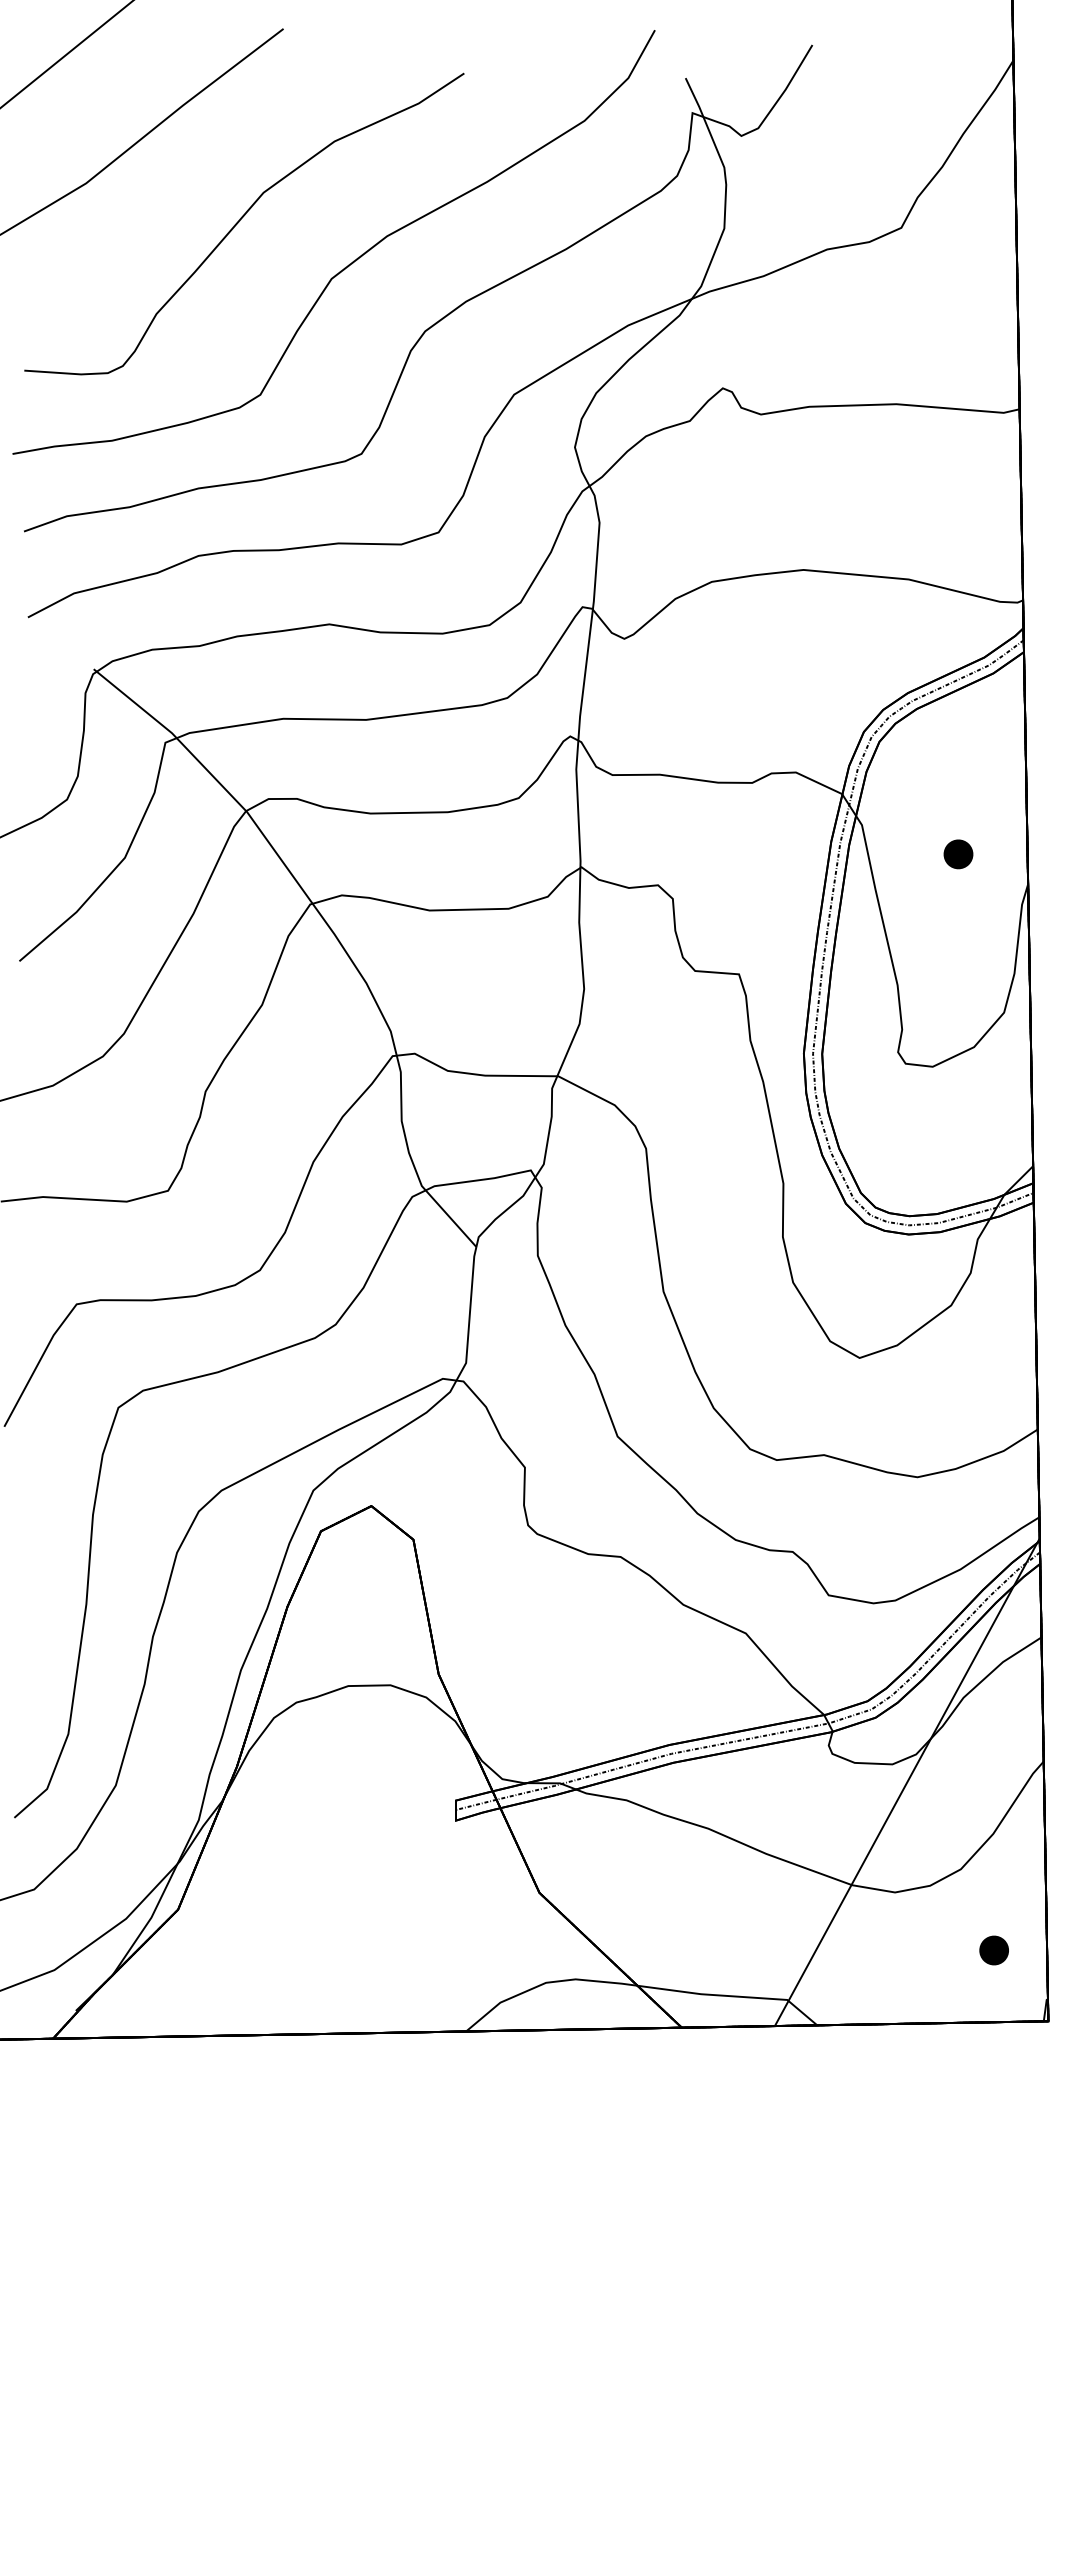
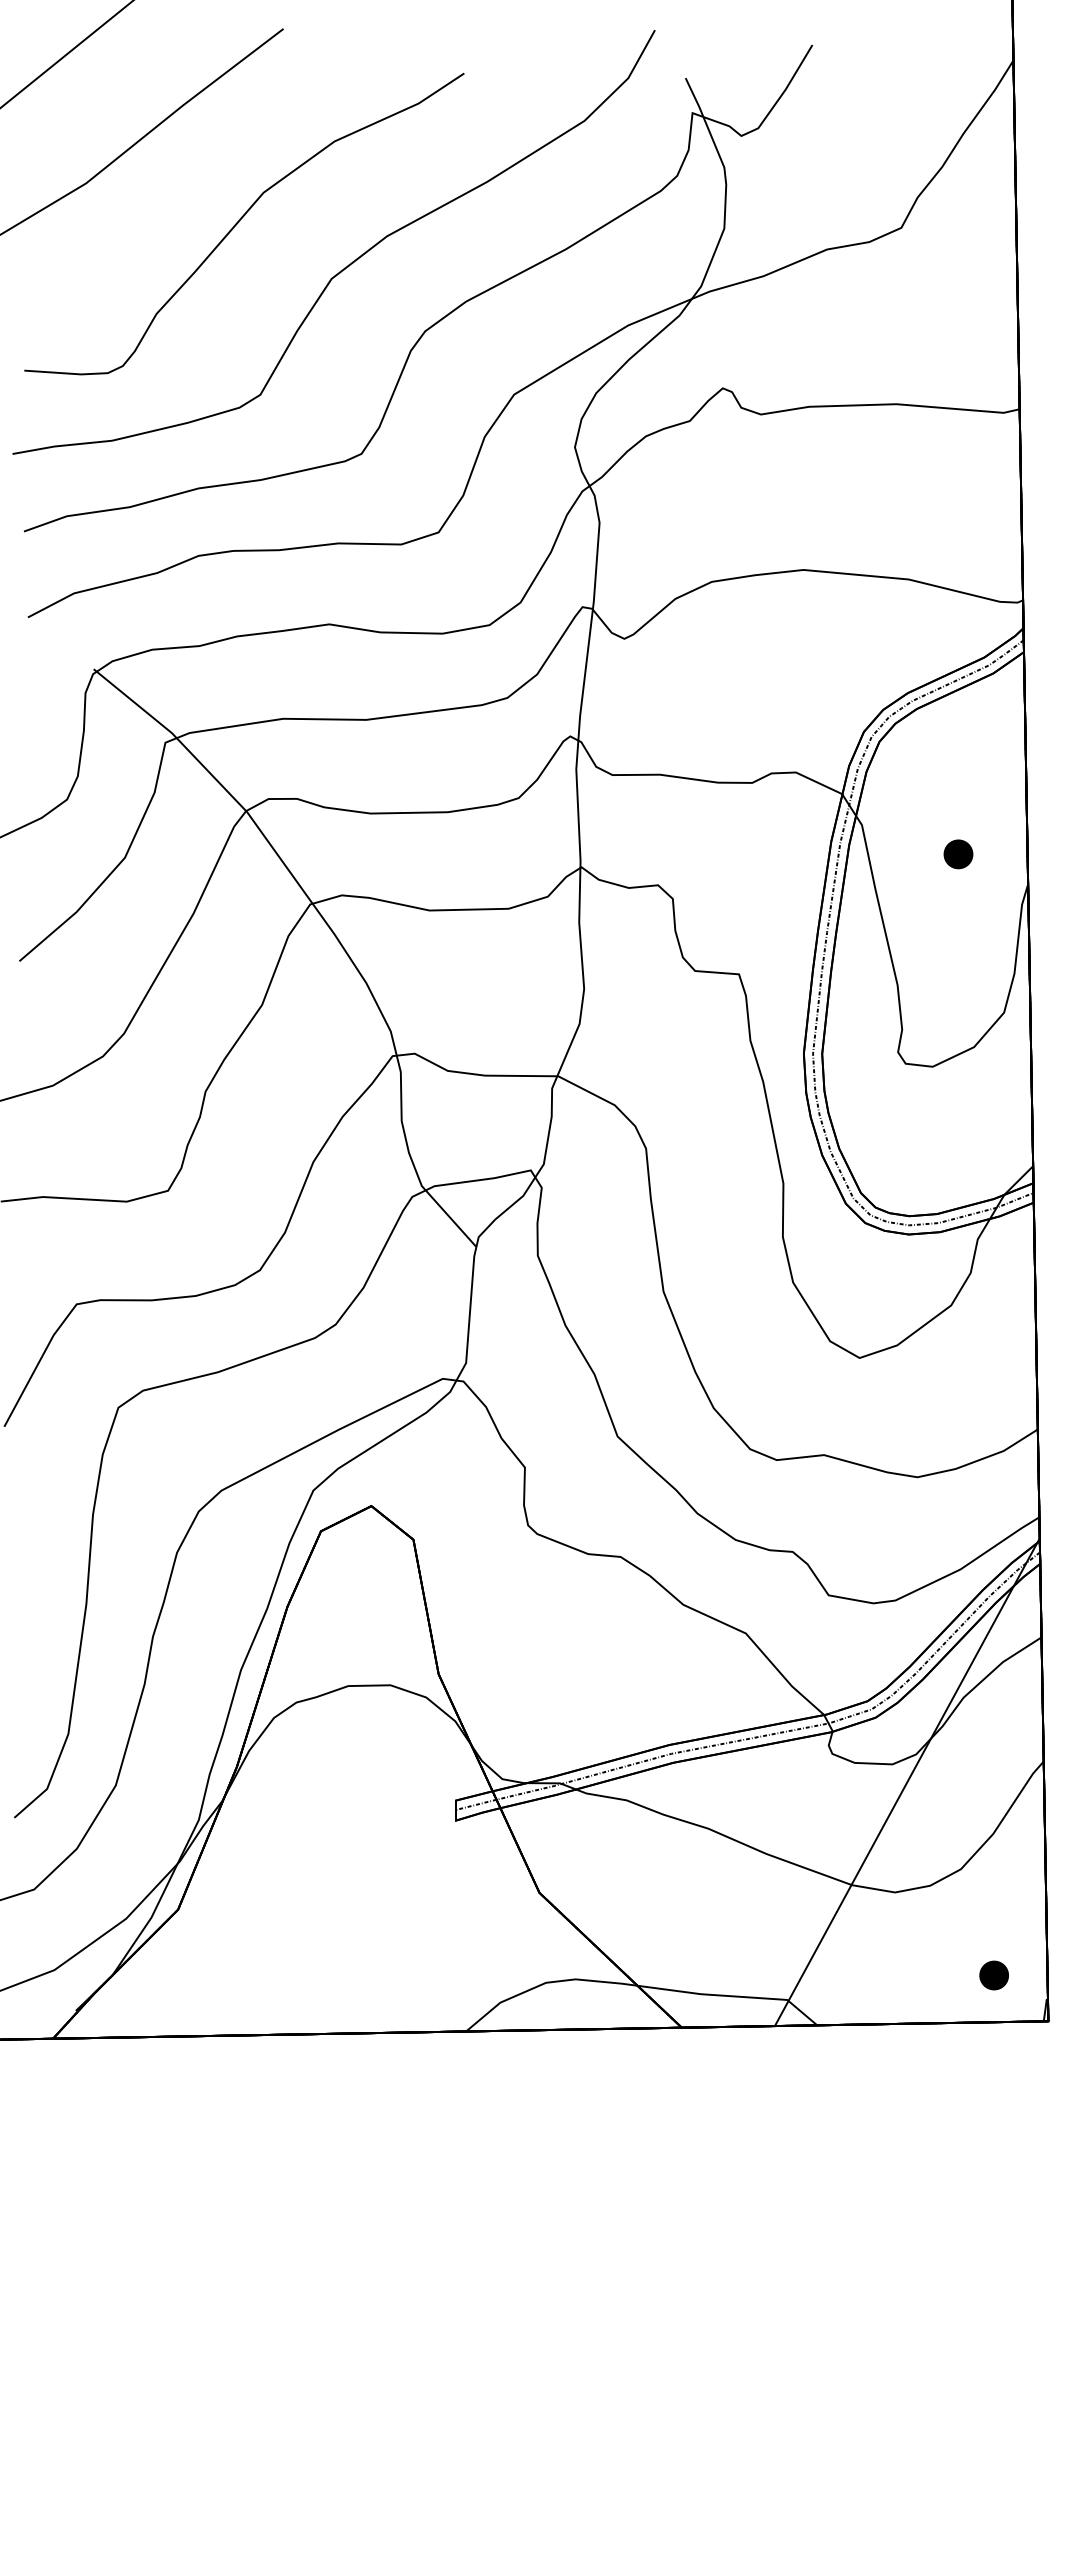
part at (993, 1950) position: (993, 1950) -> (993, 1975)
